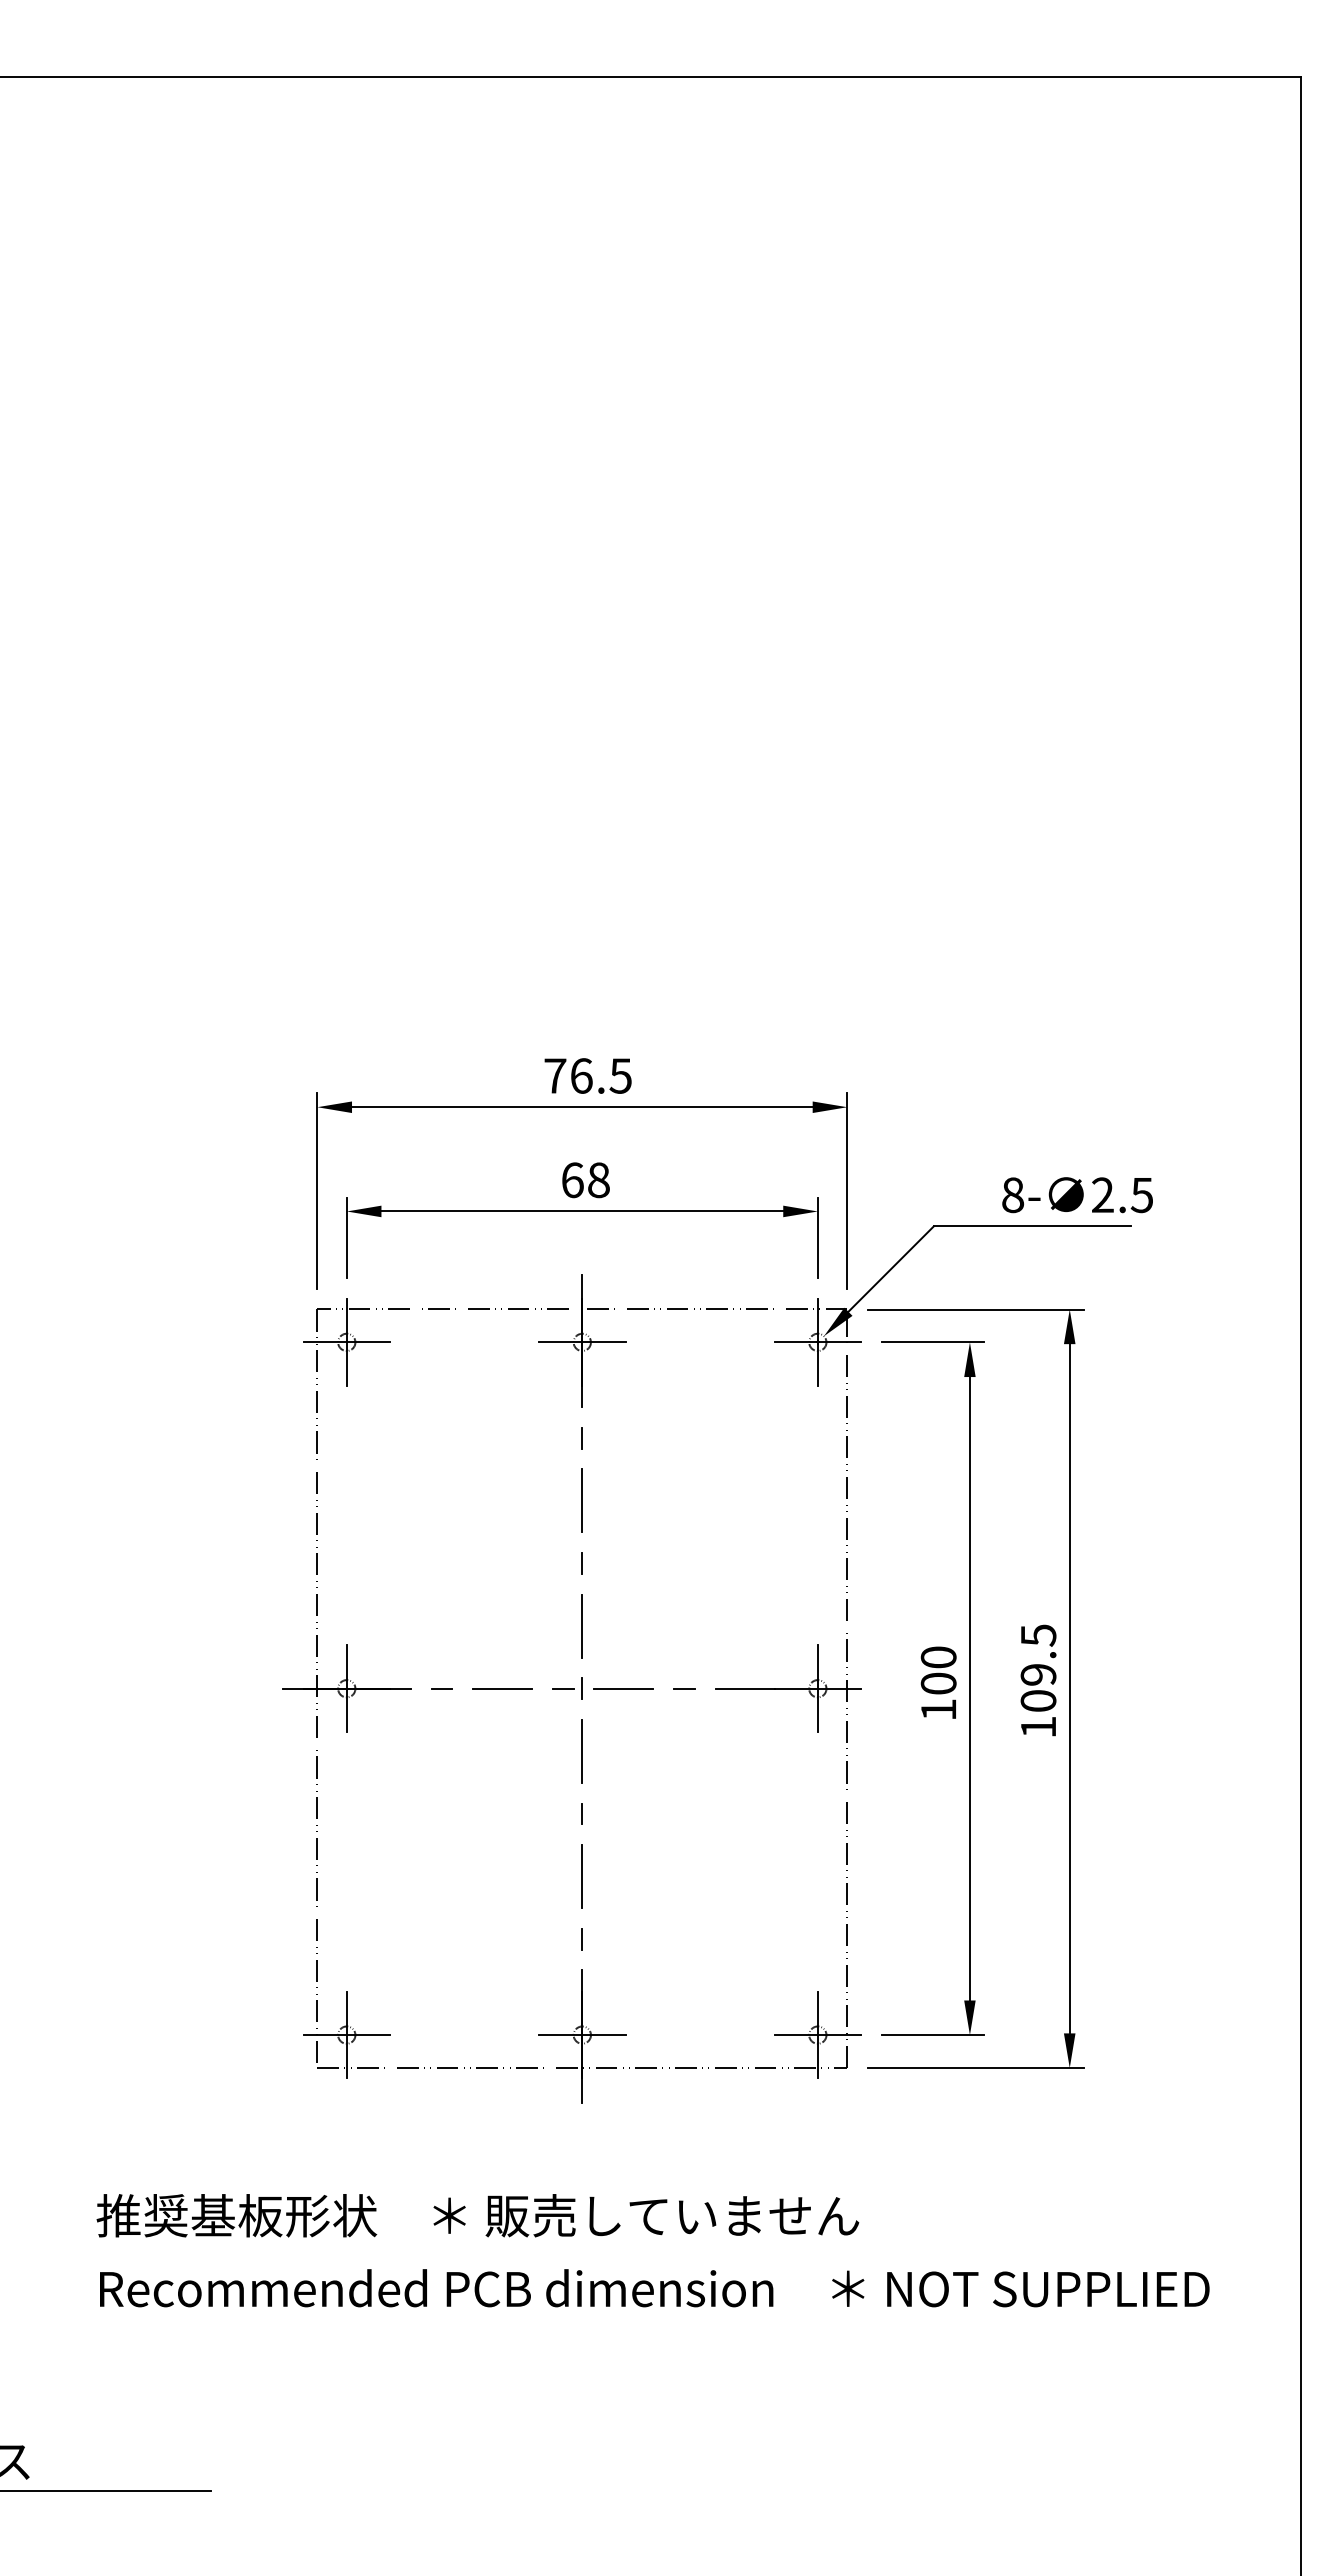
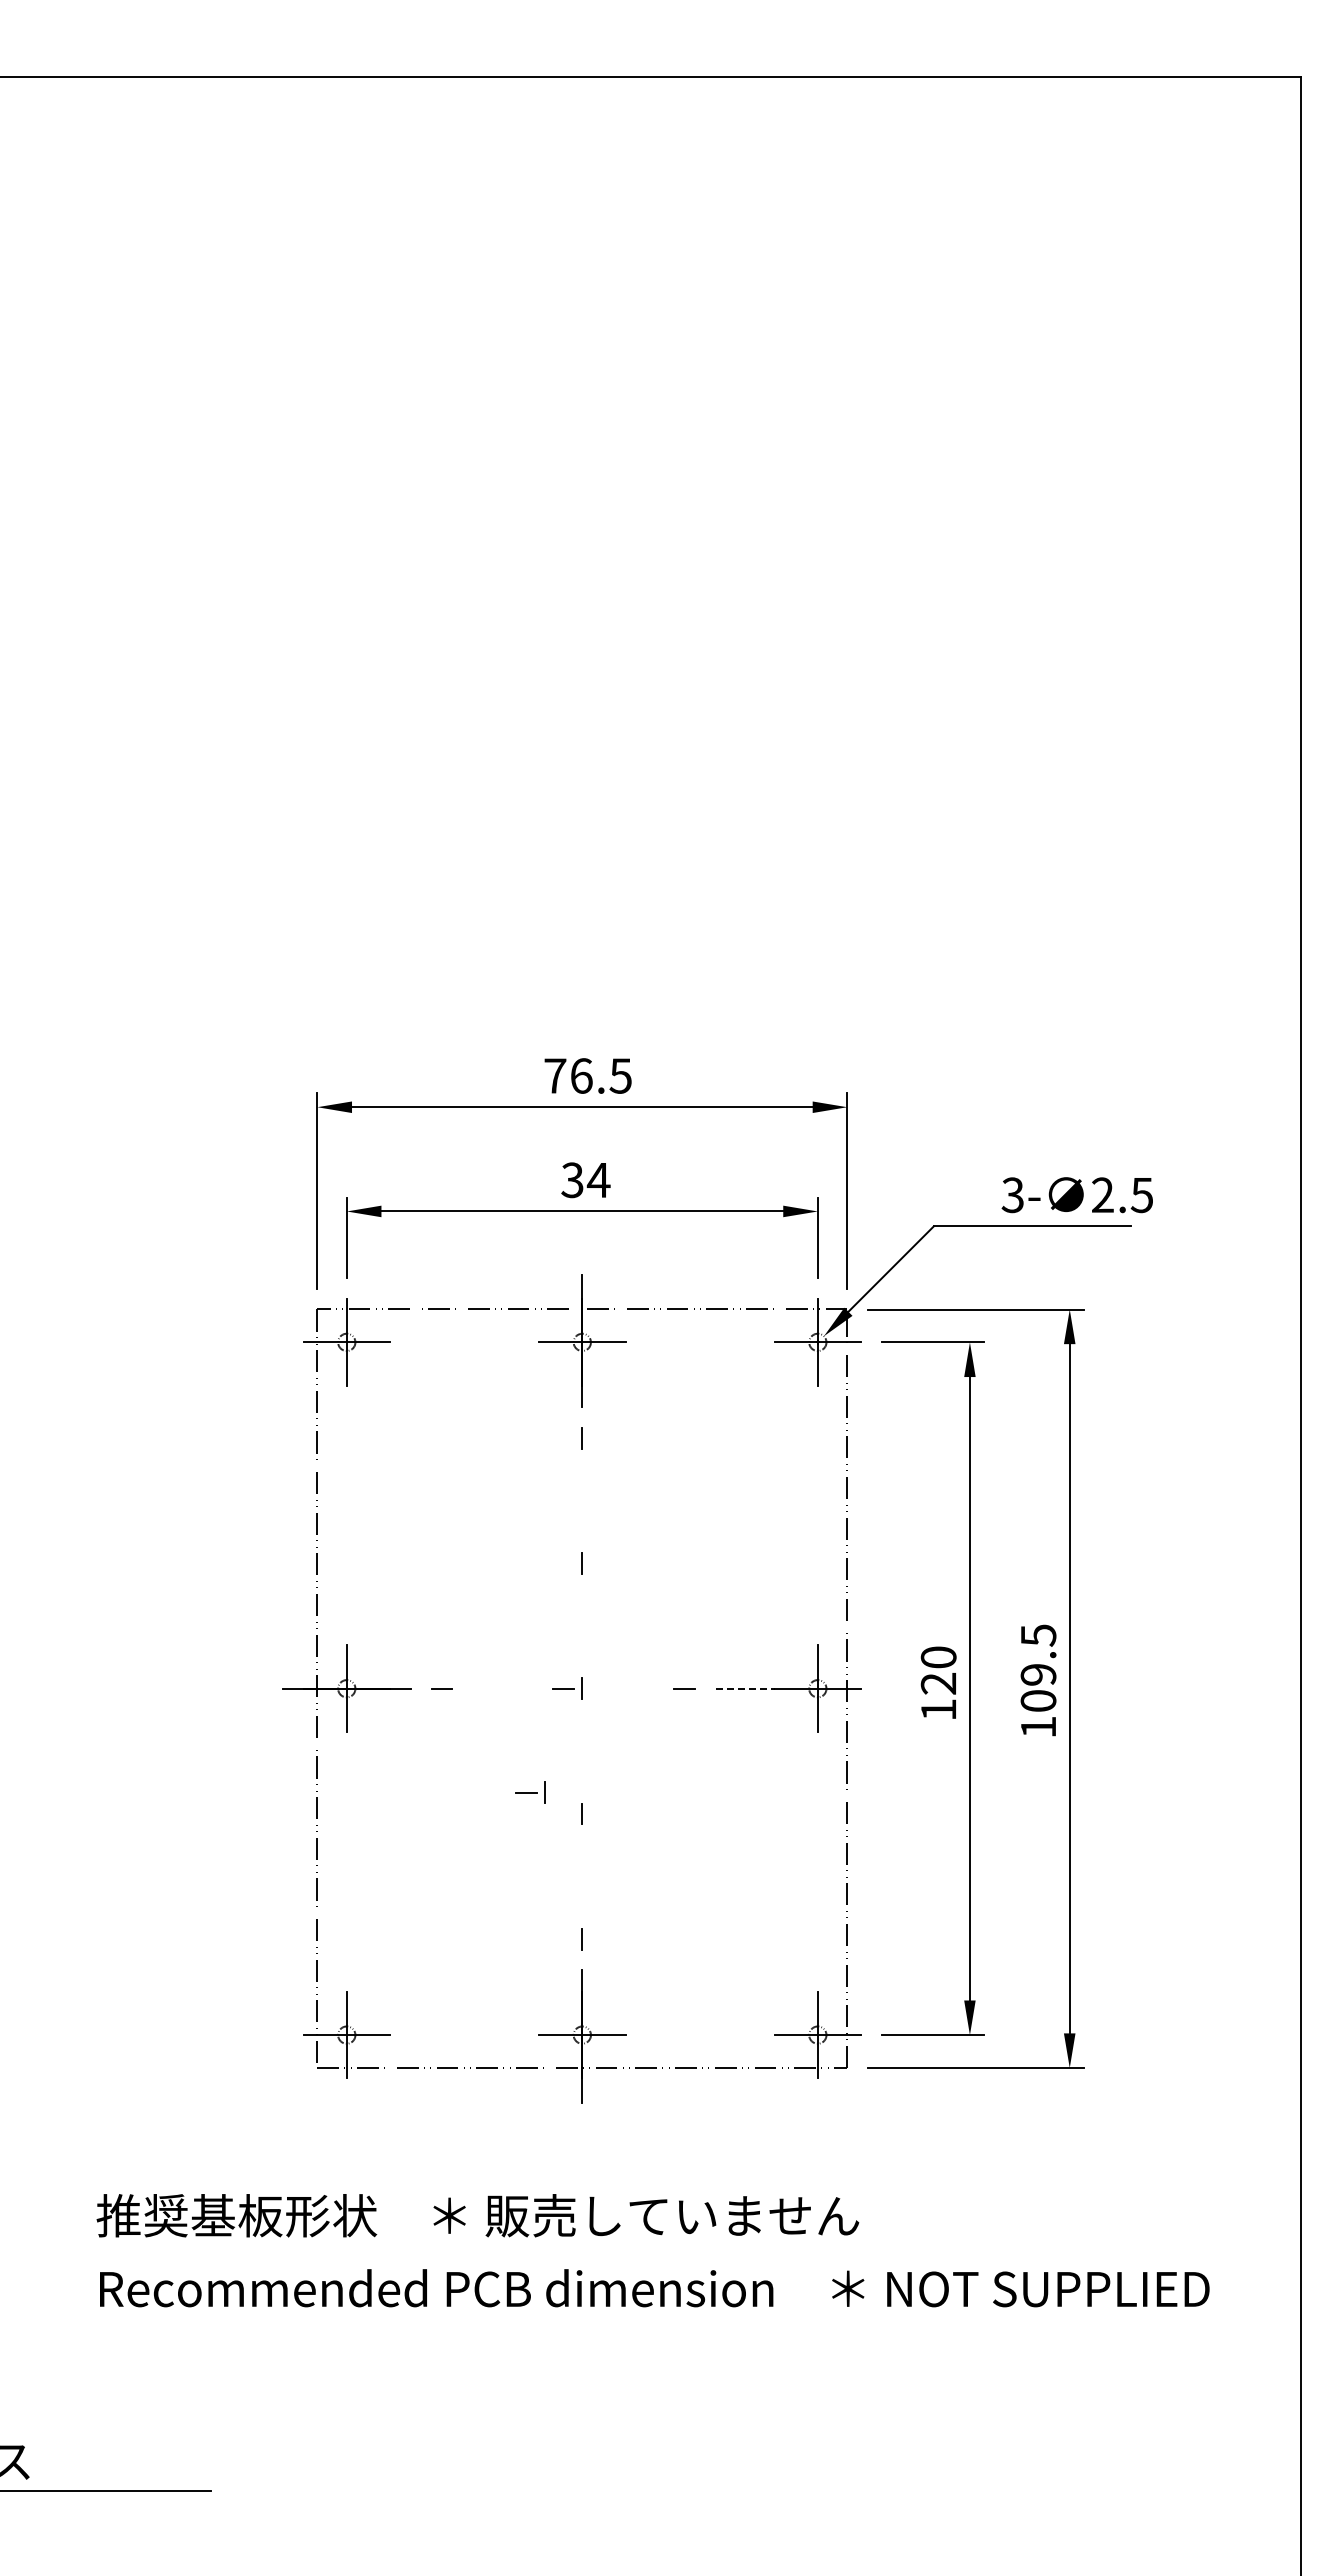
text at (585, 1180): 68 -> 34
text at (1012, 1194): 8- -> 3-
line at (582, 1500): present -> none
line at (582, 1625): present -> none
text at (938, 1683): 100 -> 120
line at (502, 1688): present -> none
line at (623, 1688): present -> none
line at (745, 1688): solid -> dashed
line at (582, 1750): present -> none
part at (530, 1792): none -> present
line at (582, 1876): present -> none
